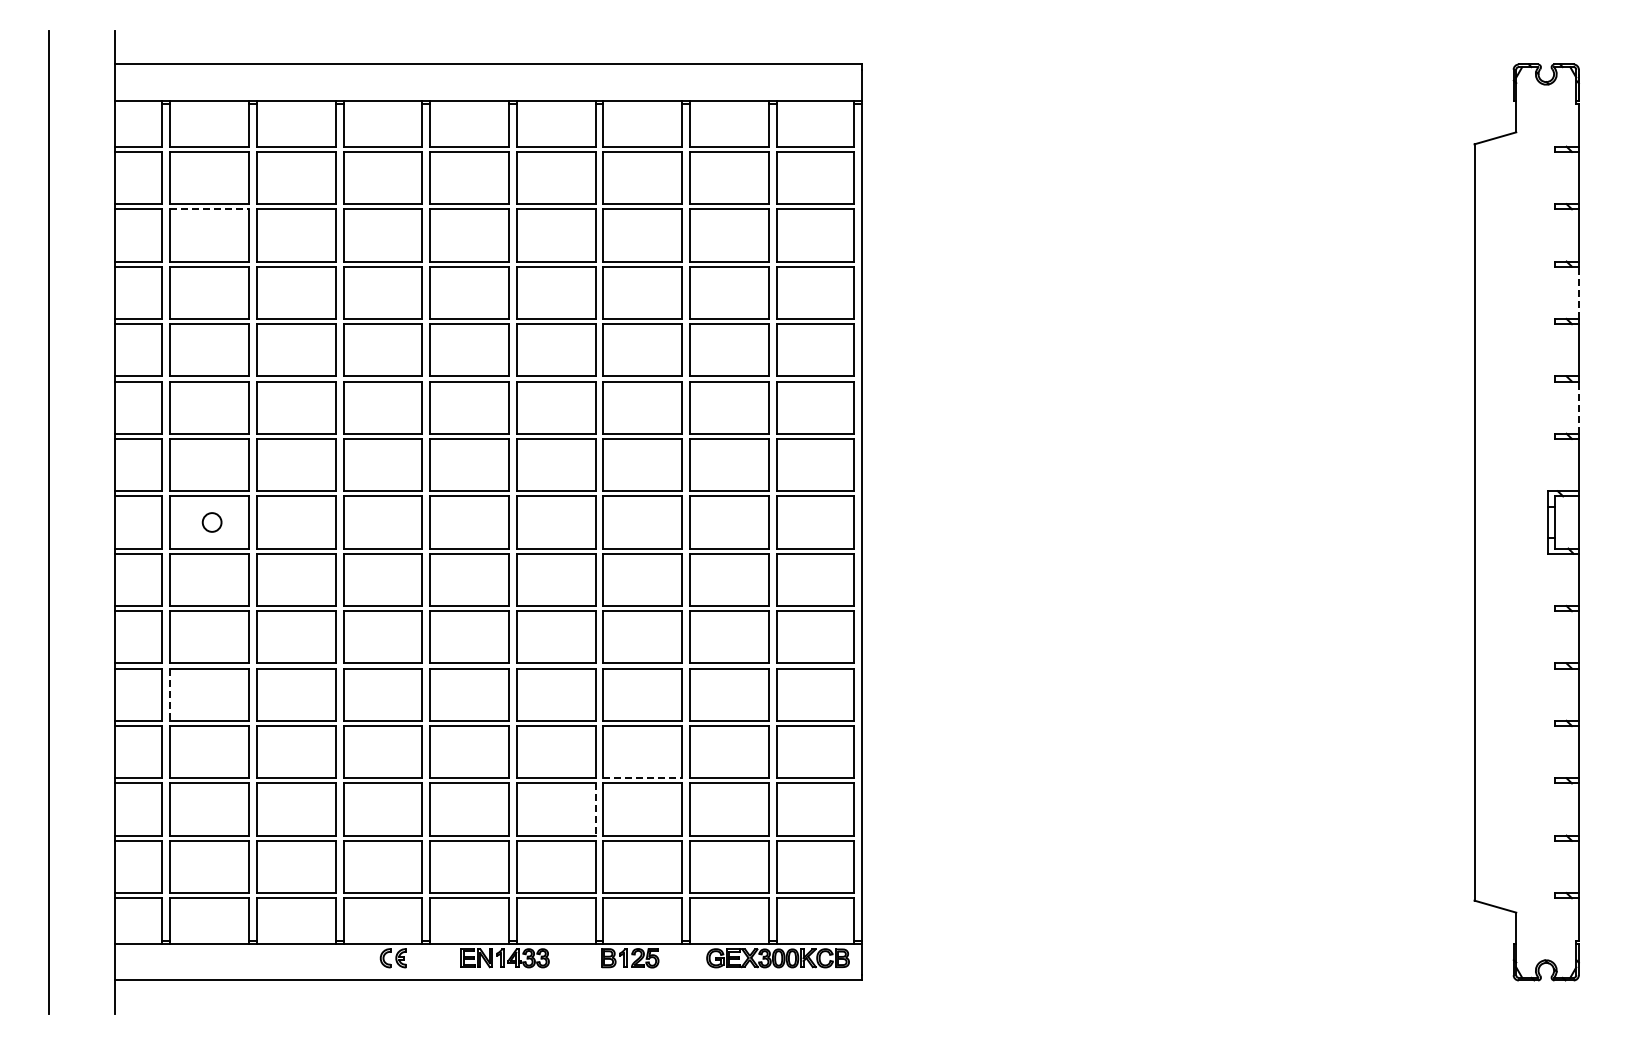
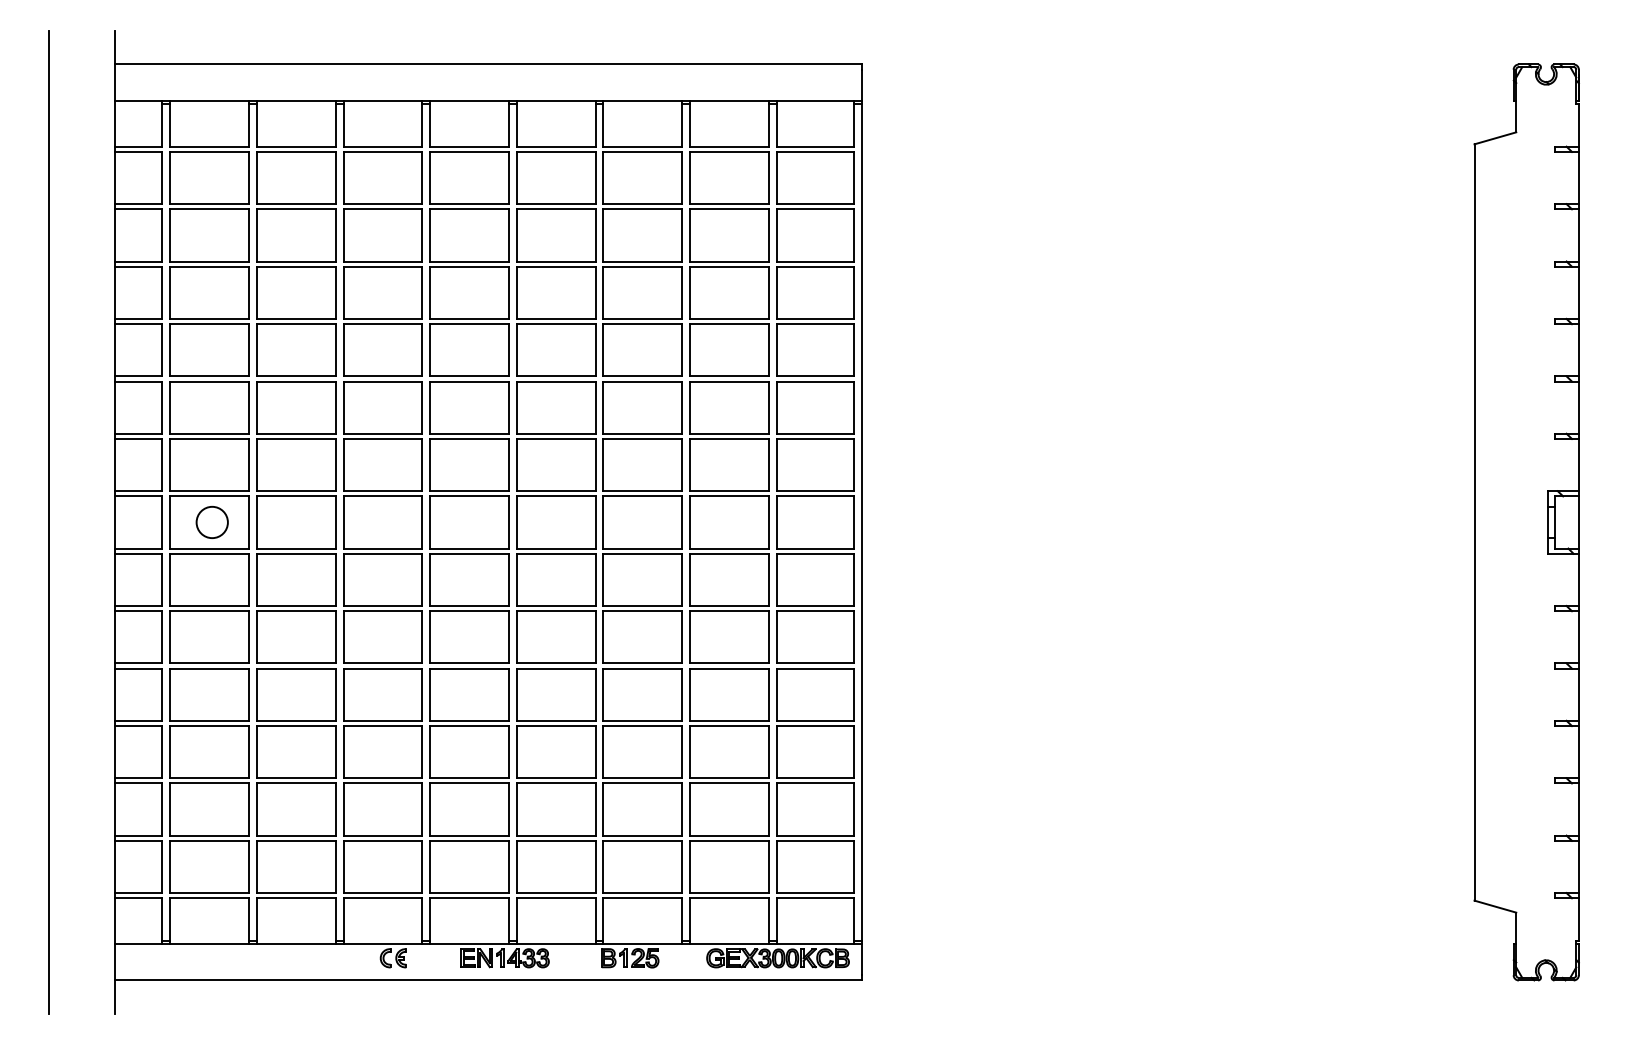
line at (210, 209): dashed -> solid
line at (1578, 292): dashed -> solid
line at (1578, 407): dashed -> solid
circle at (211, 522) size: 22x21 px -> 34x33 px
line at (170, 695): dashed -> solid
line at (643, 778): dashed -> solid
line at (595, 810): dashed -> solid
